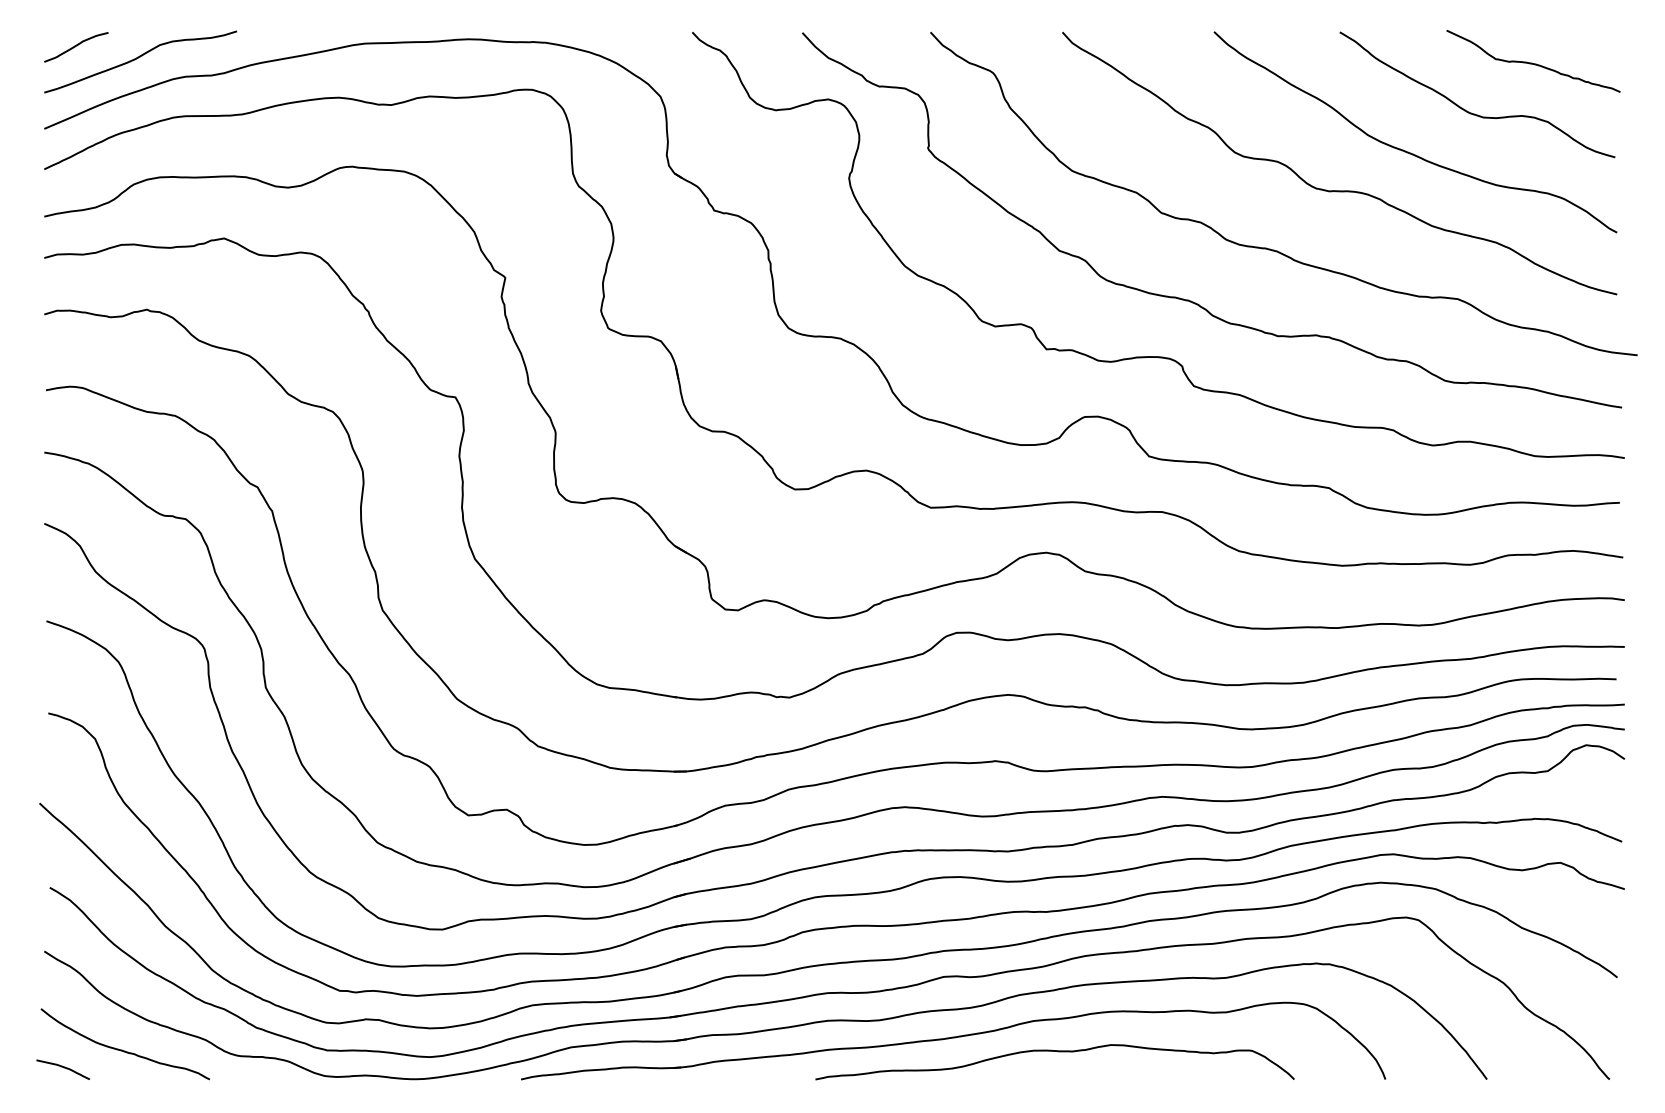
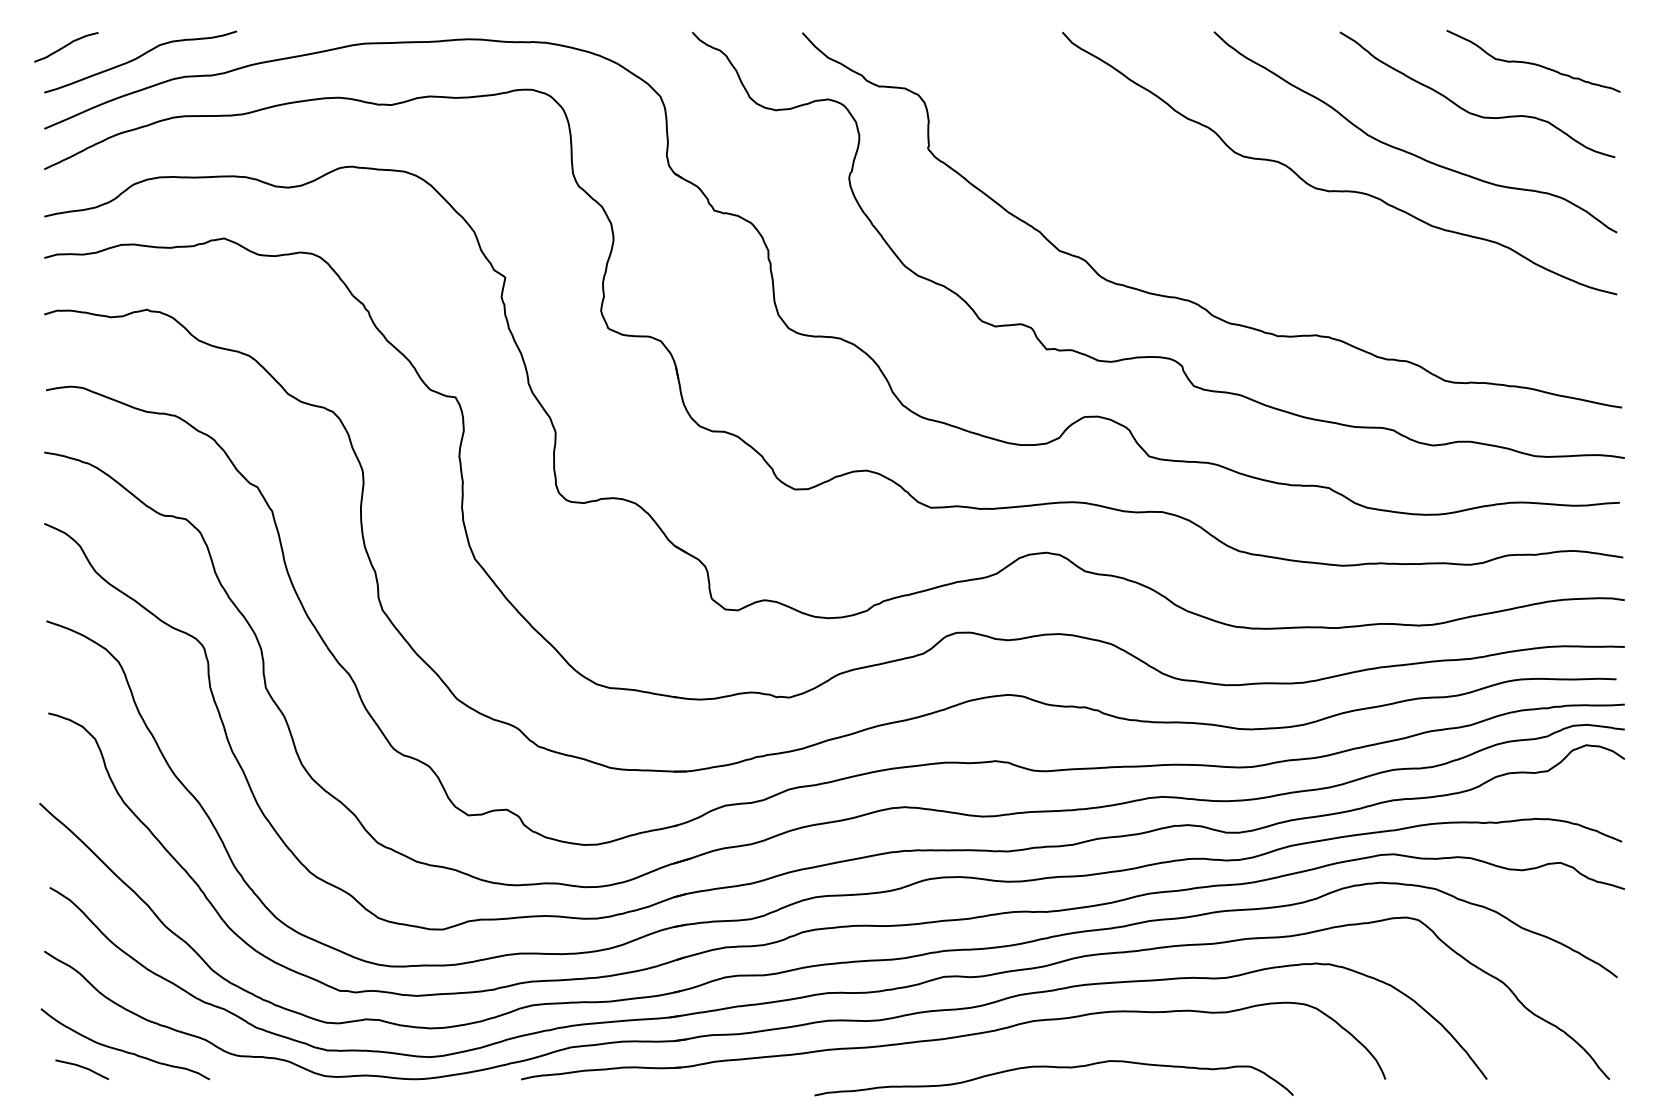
curve at (76, 46) position: (76, 46) -> (66, 46)
curve at (1270, 248): present -> none
curve at (1057, 1052) position: (1057, 1052) -> (1056, 1068)
curve at (64, 1068) position: (64, 1068) -> (83, 1068)
